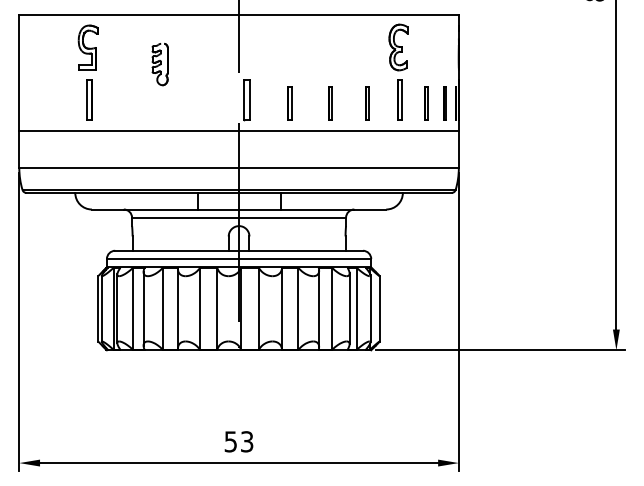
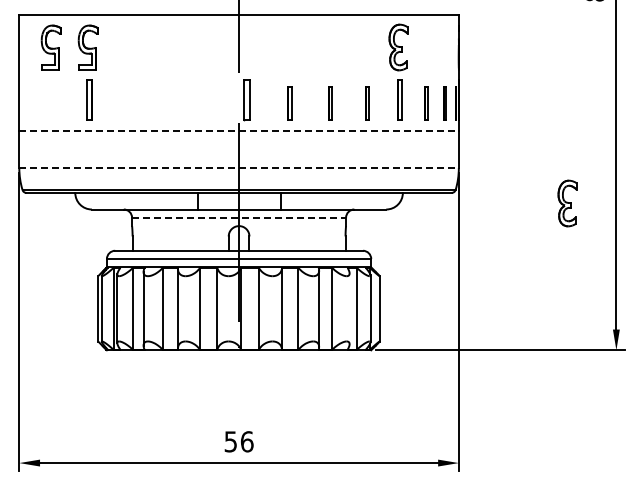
part at (50, 47): none -> present
part at (159, 64): present -> none
line at (239, 130): solid -> dashed
line at (239, 168): solid -> dashed
part at (567, 203): none -> present
line at (239, 217): solid -> dashed
line at (349, 308): present -> none
text at (247, 441): 53 -> 56
